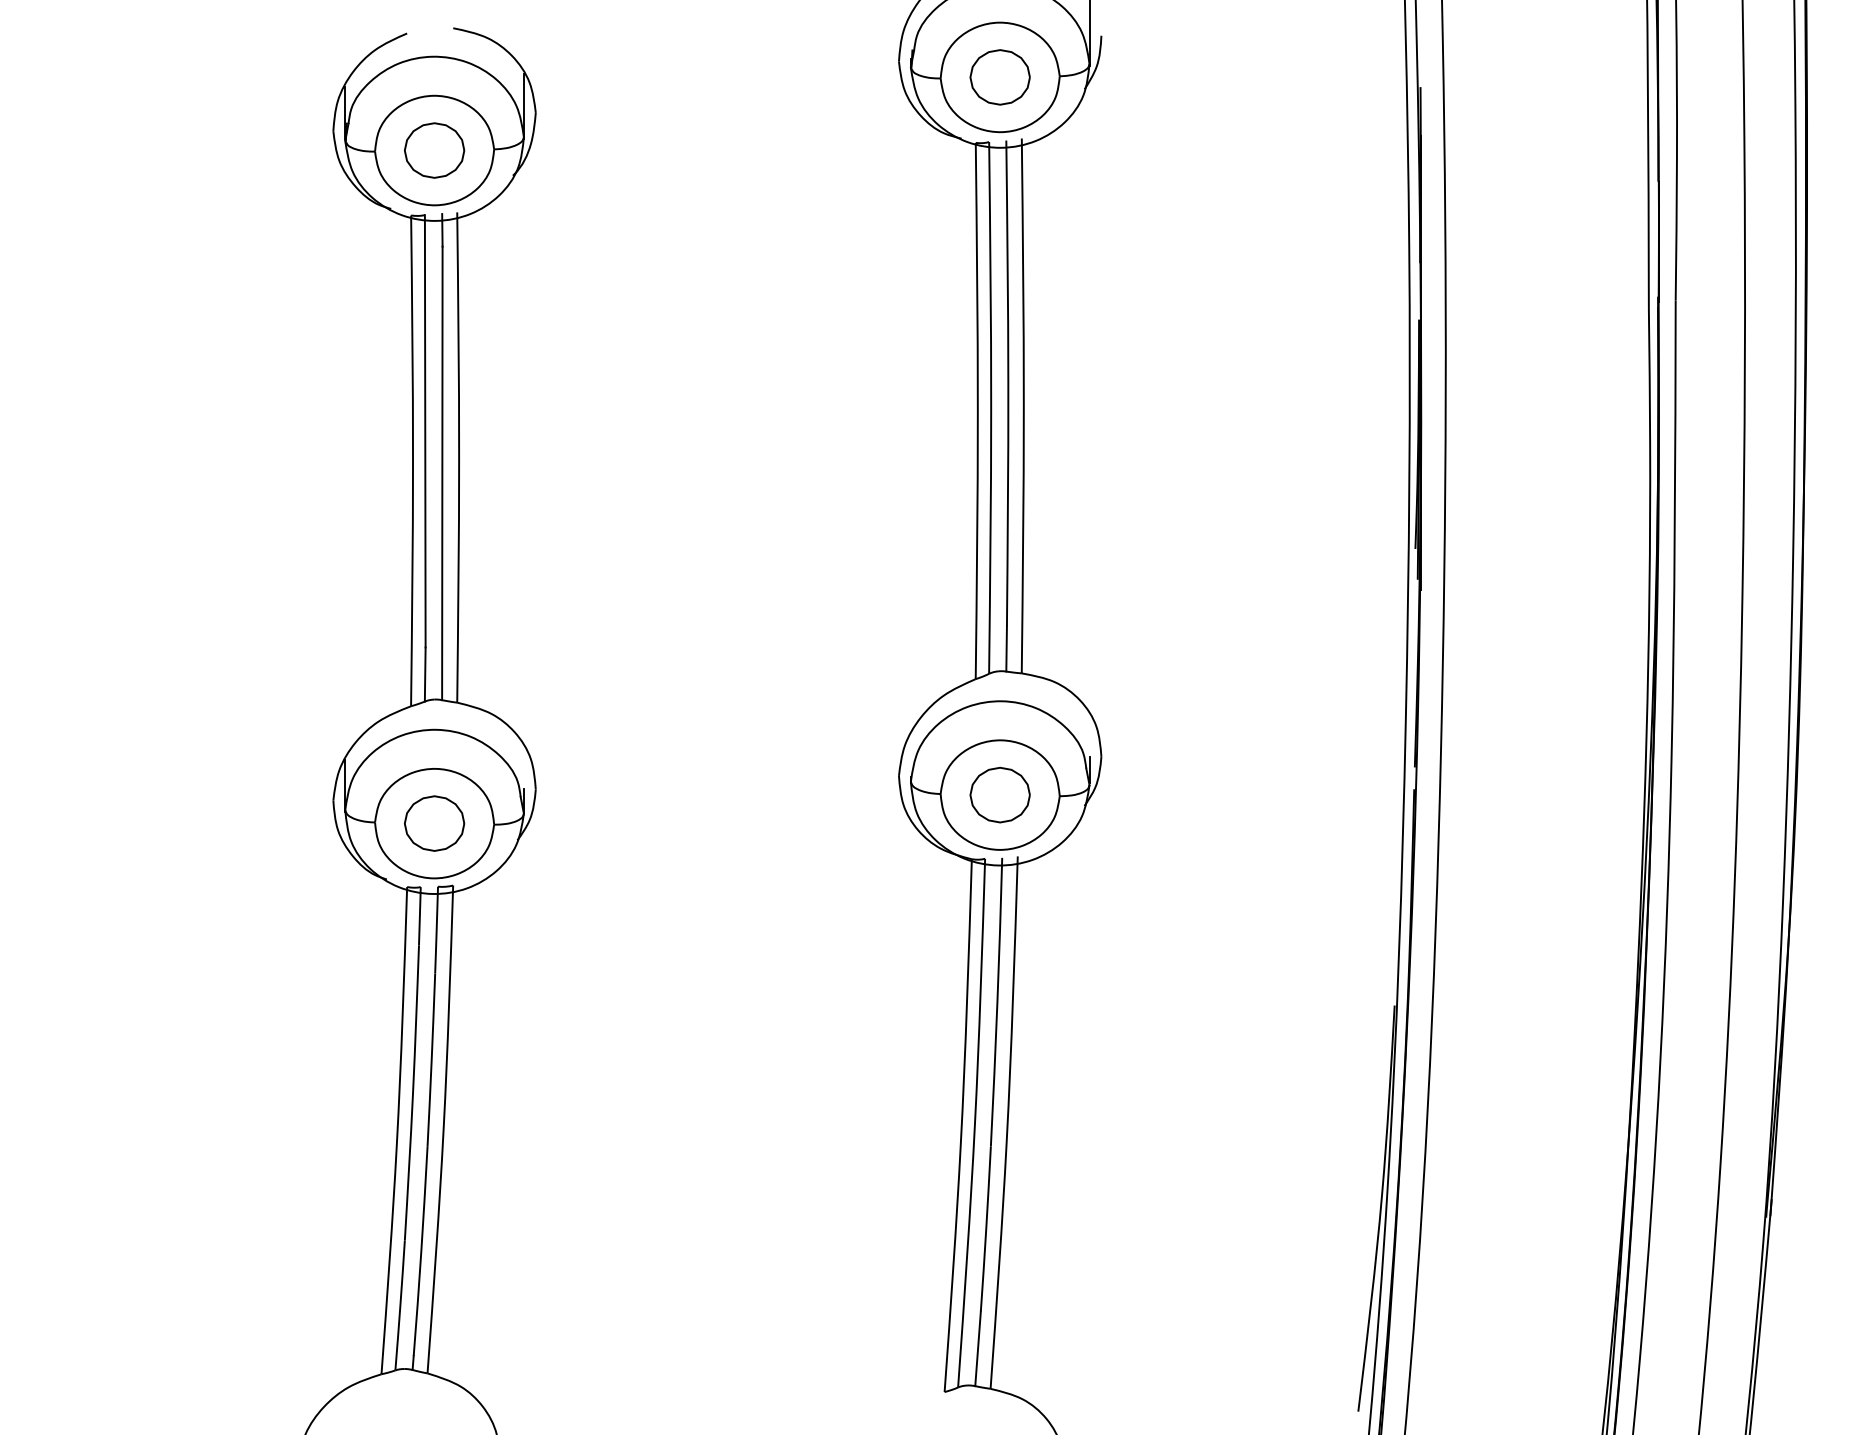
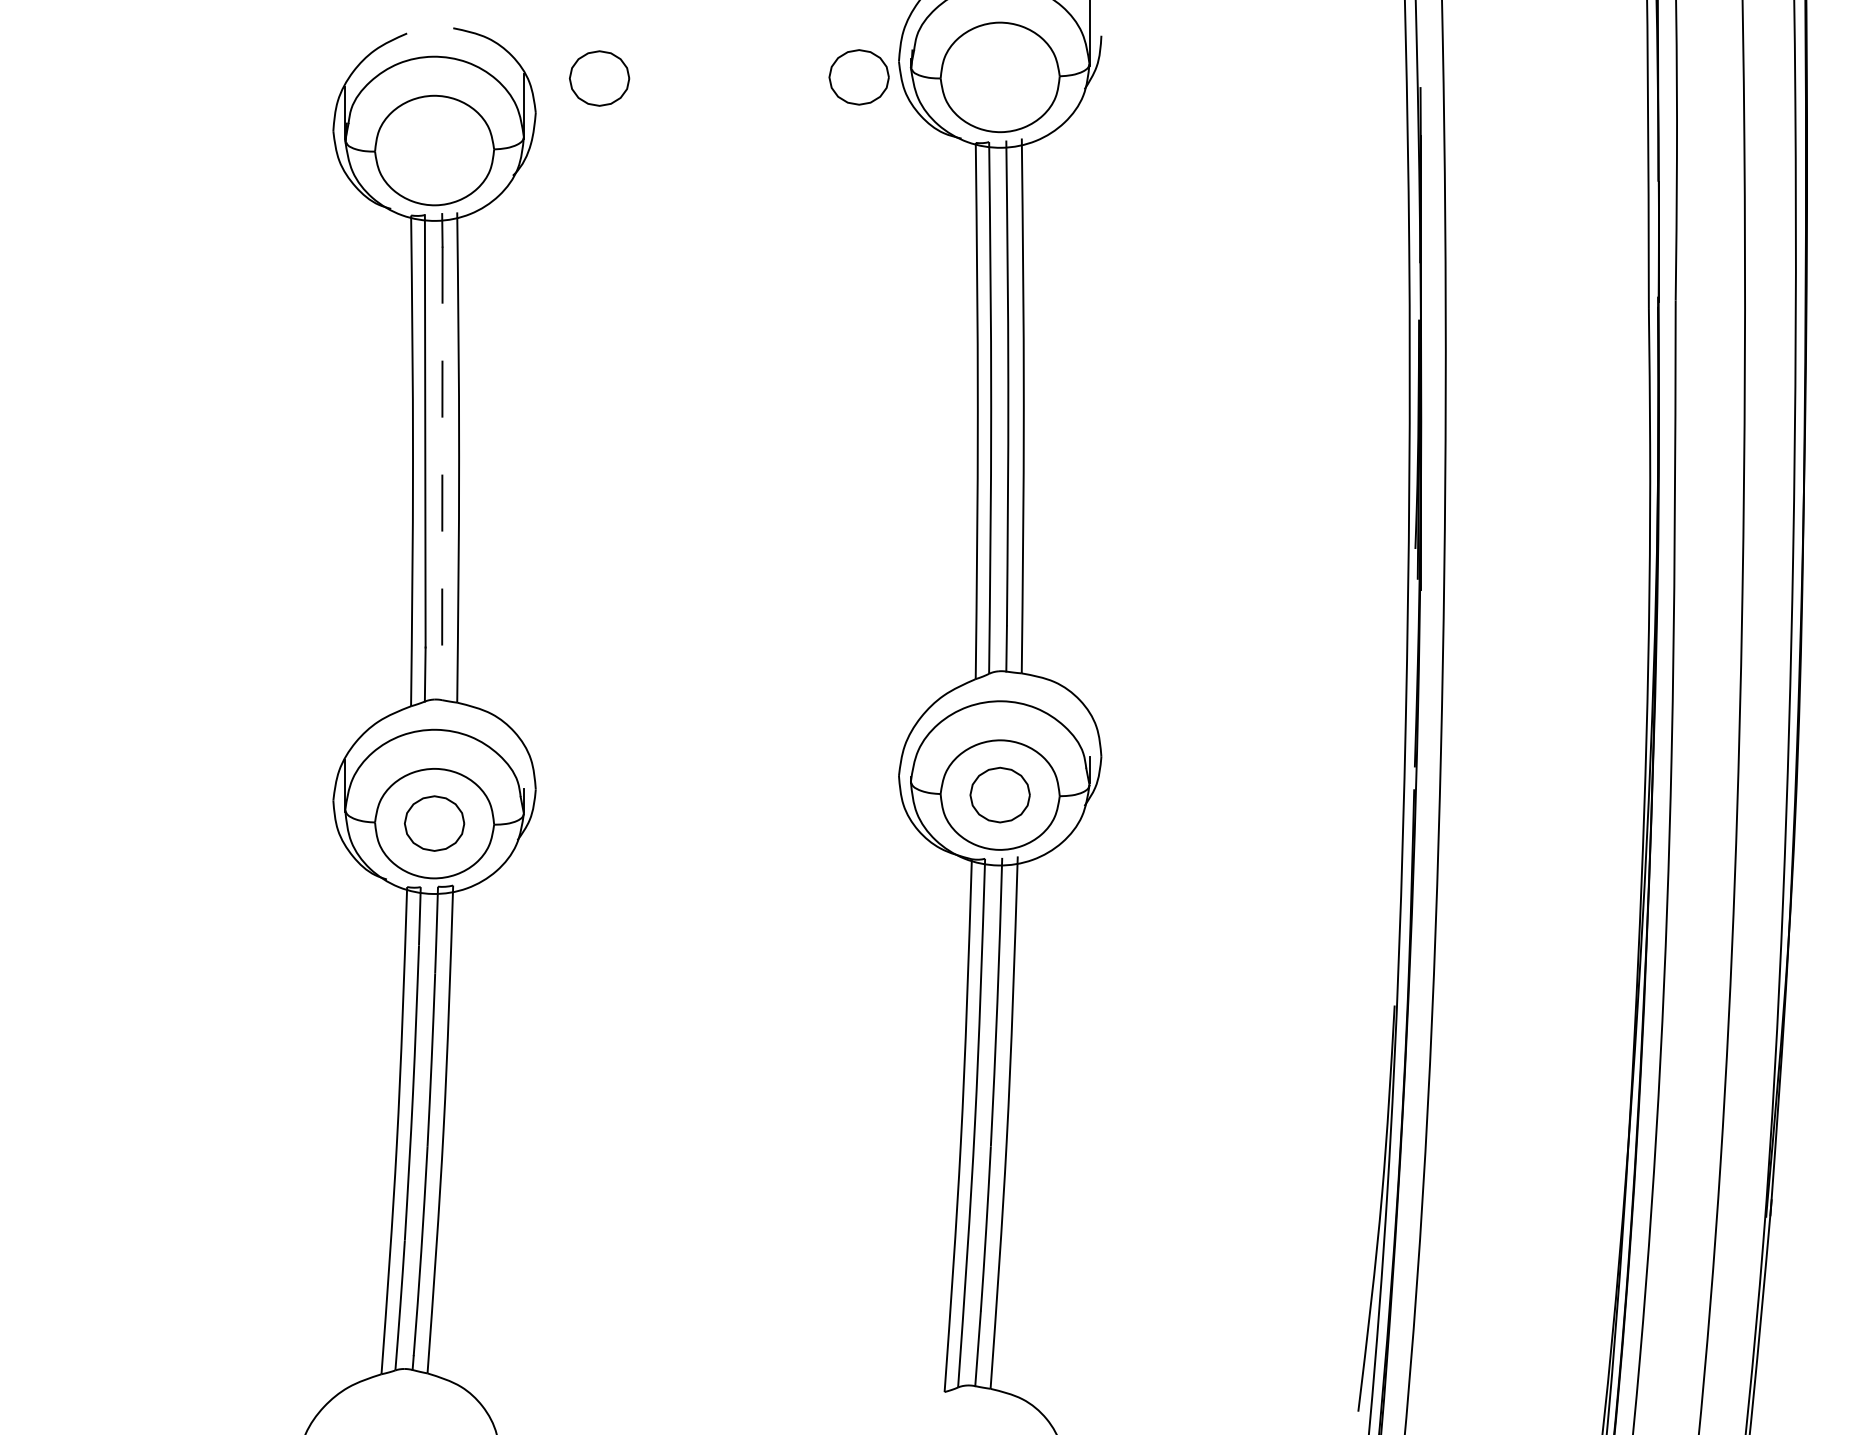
part at (999, 77) position: (999, 77) -> (858, 77)
part at (434, 150) position: (434, 150) -> (599, 78)
line at (442, 473): solid -> dashed
